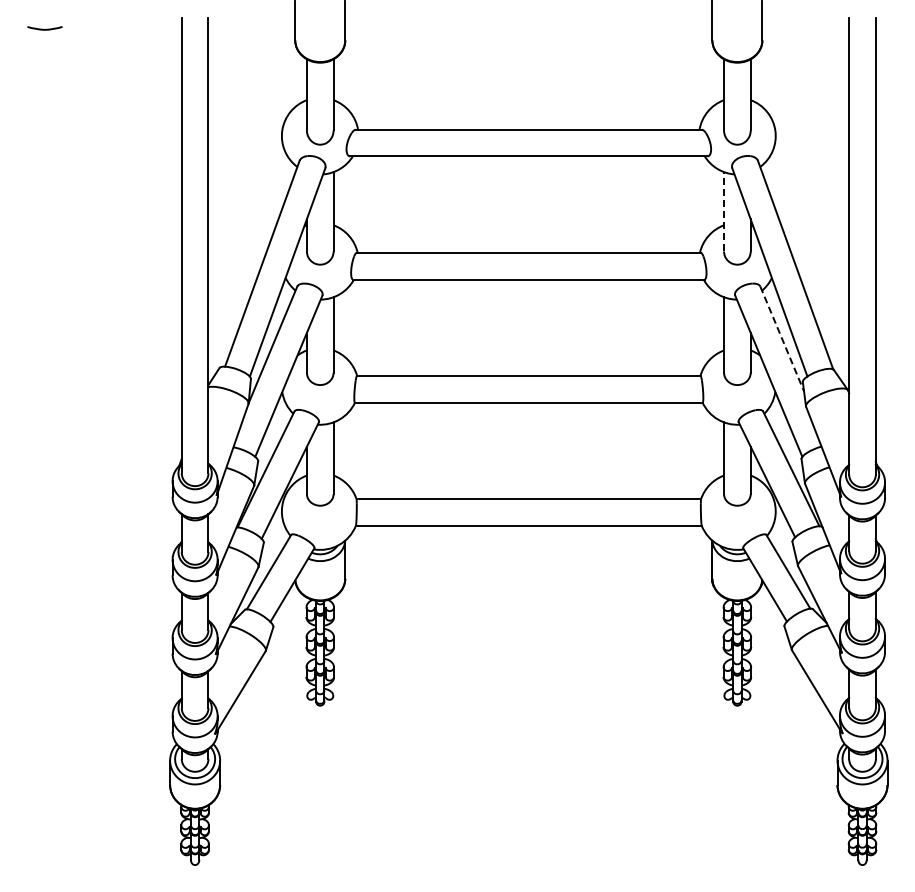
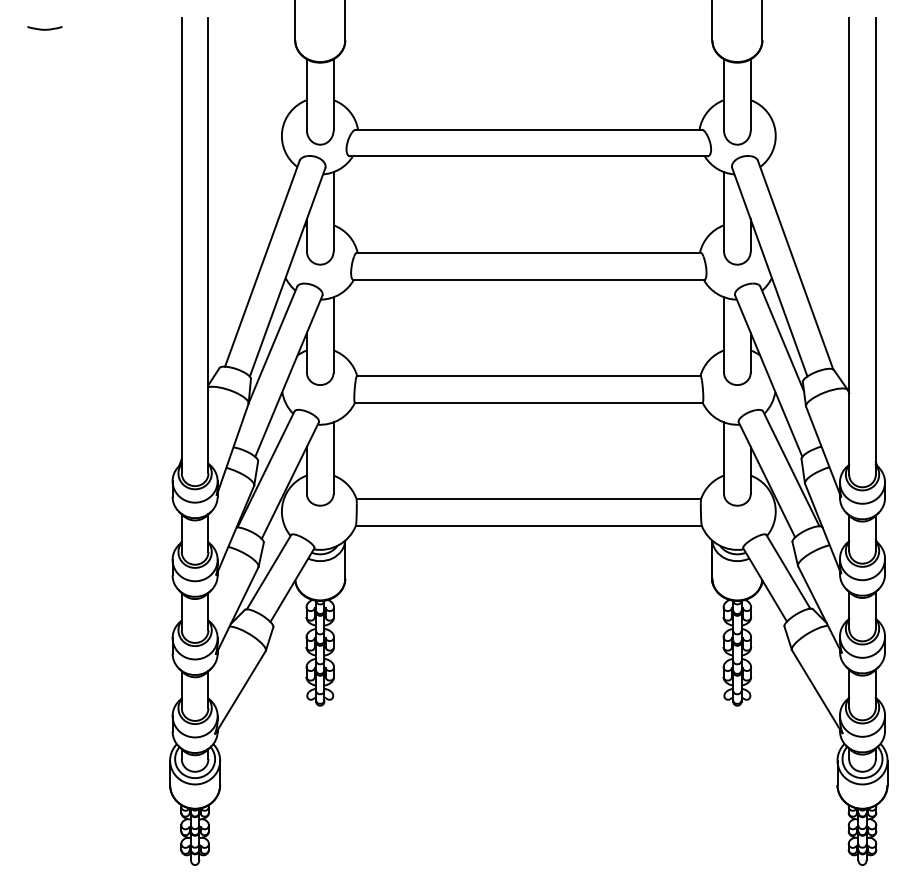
line at (724, 211): dashed -> solid
line at (782, 339): dashed -> solid
